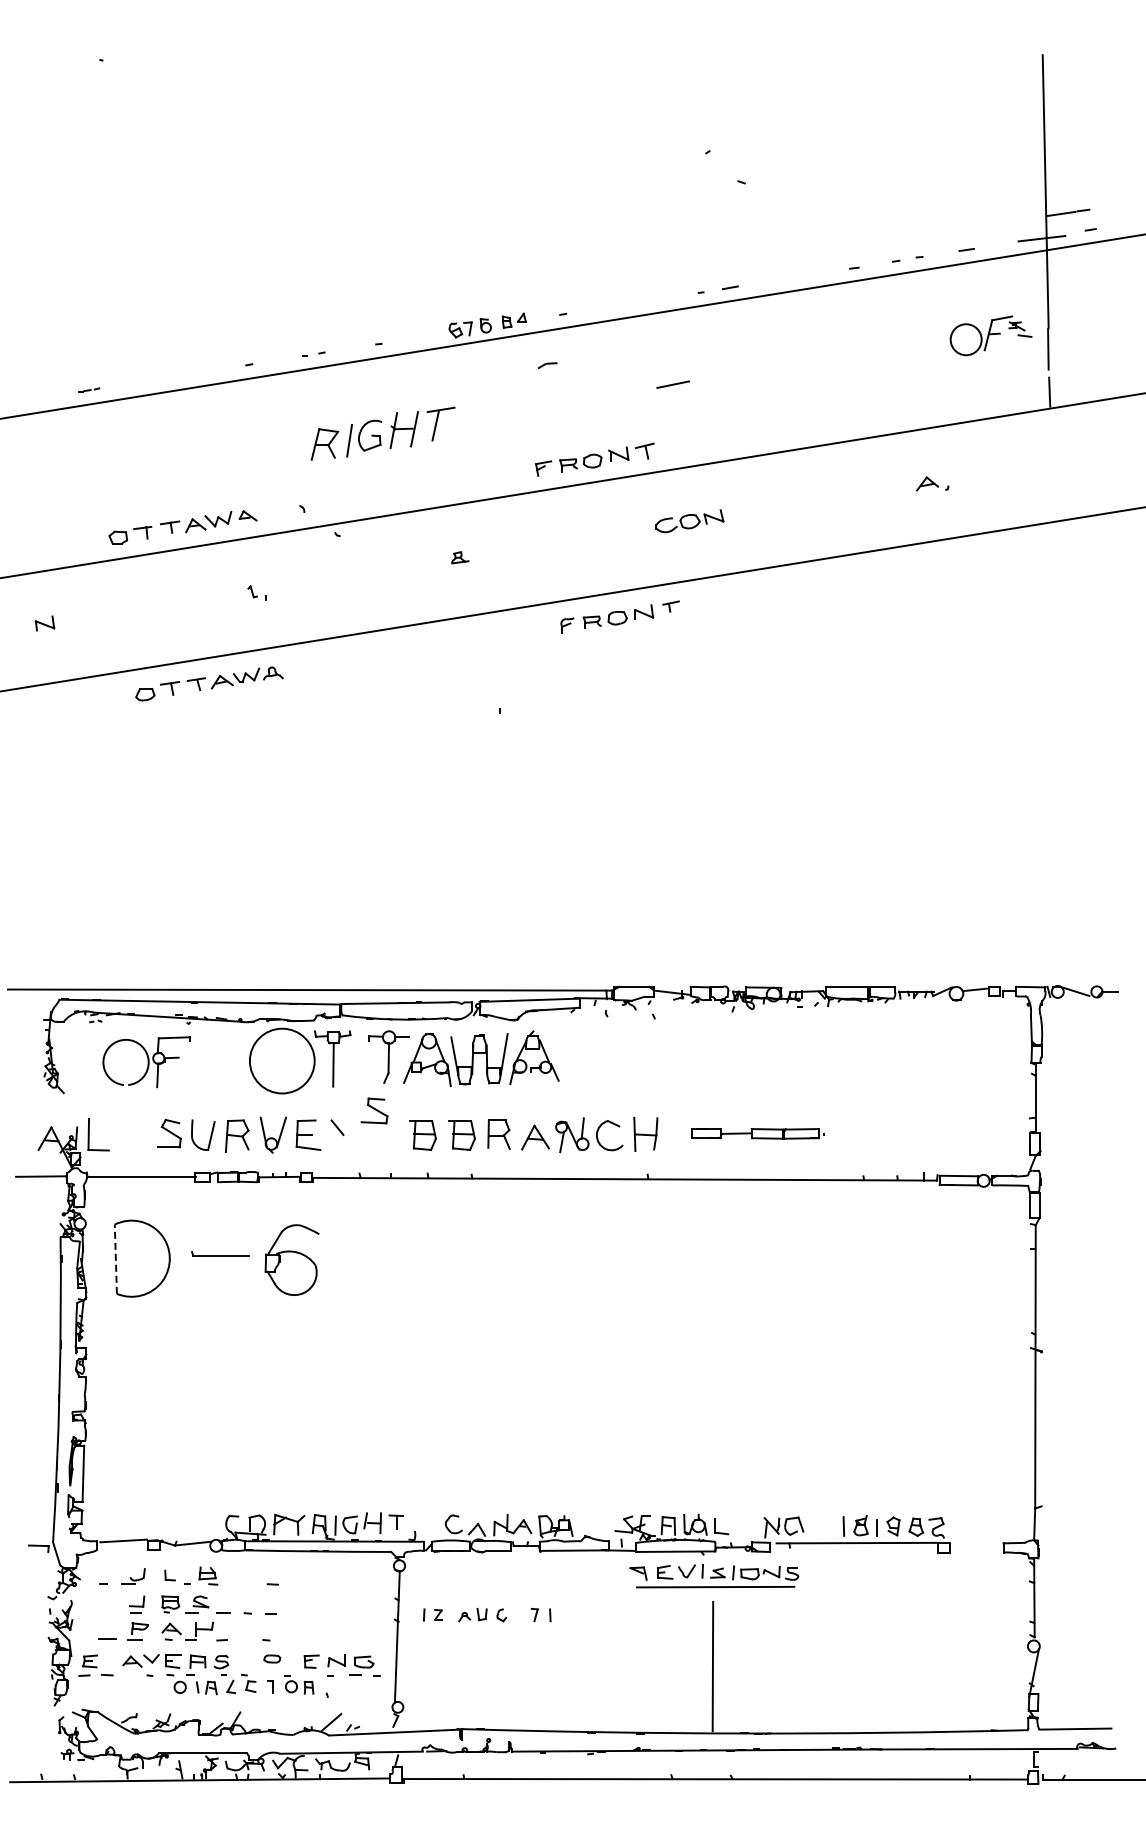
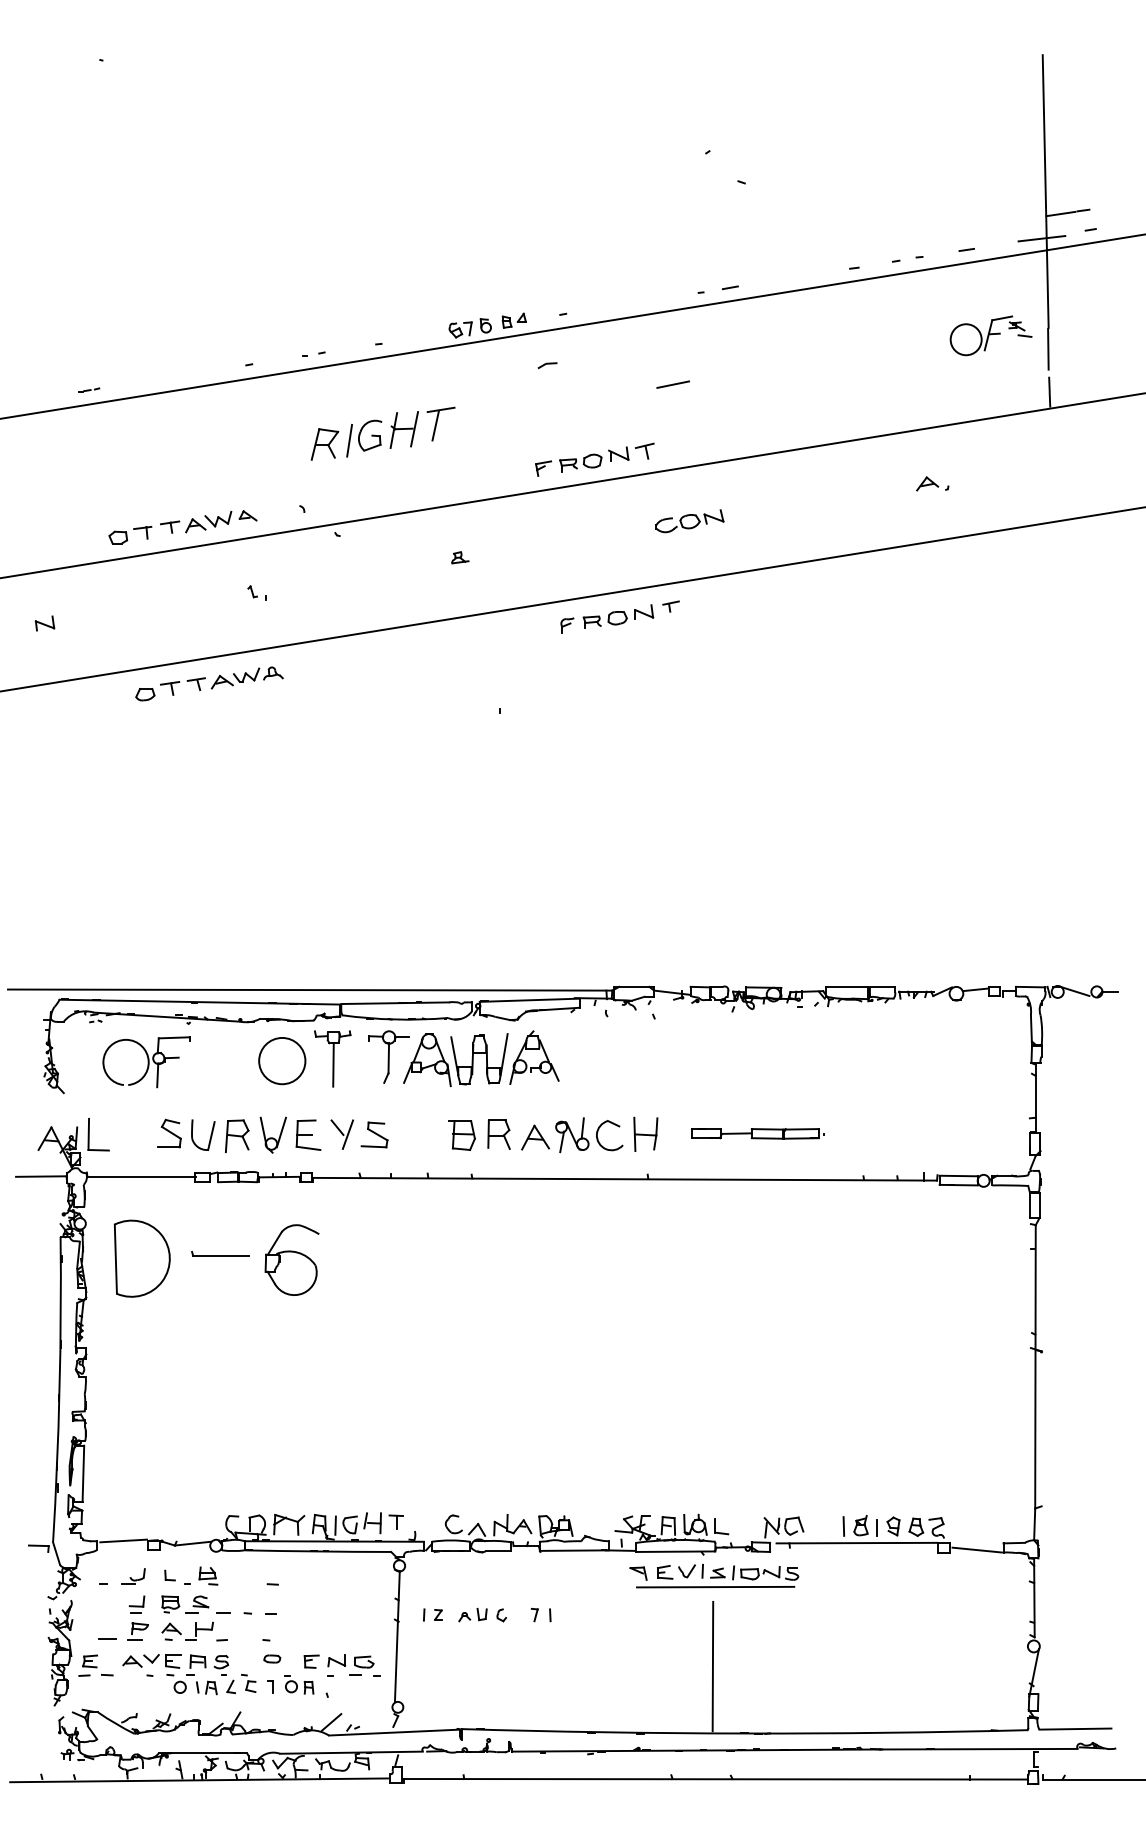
circle at (281, 1060) diameter: 65 px -> 46 px
part at (374, 1110) position: (374, 1110) -> (374, 1134)
line at (347, 1134): none -> present
part at (422, 1135): present -> none
line at (115, 1259): dashed -> solid
line at (976, 1549): none -> present
